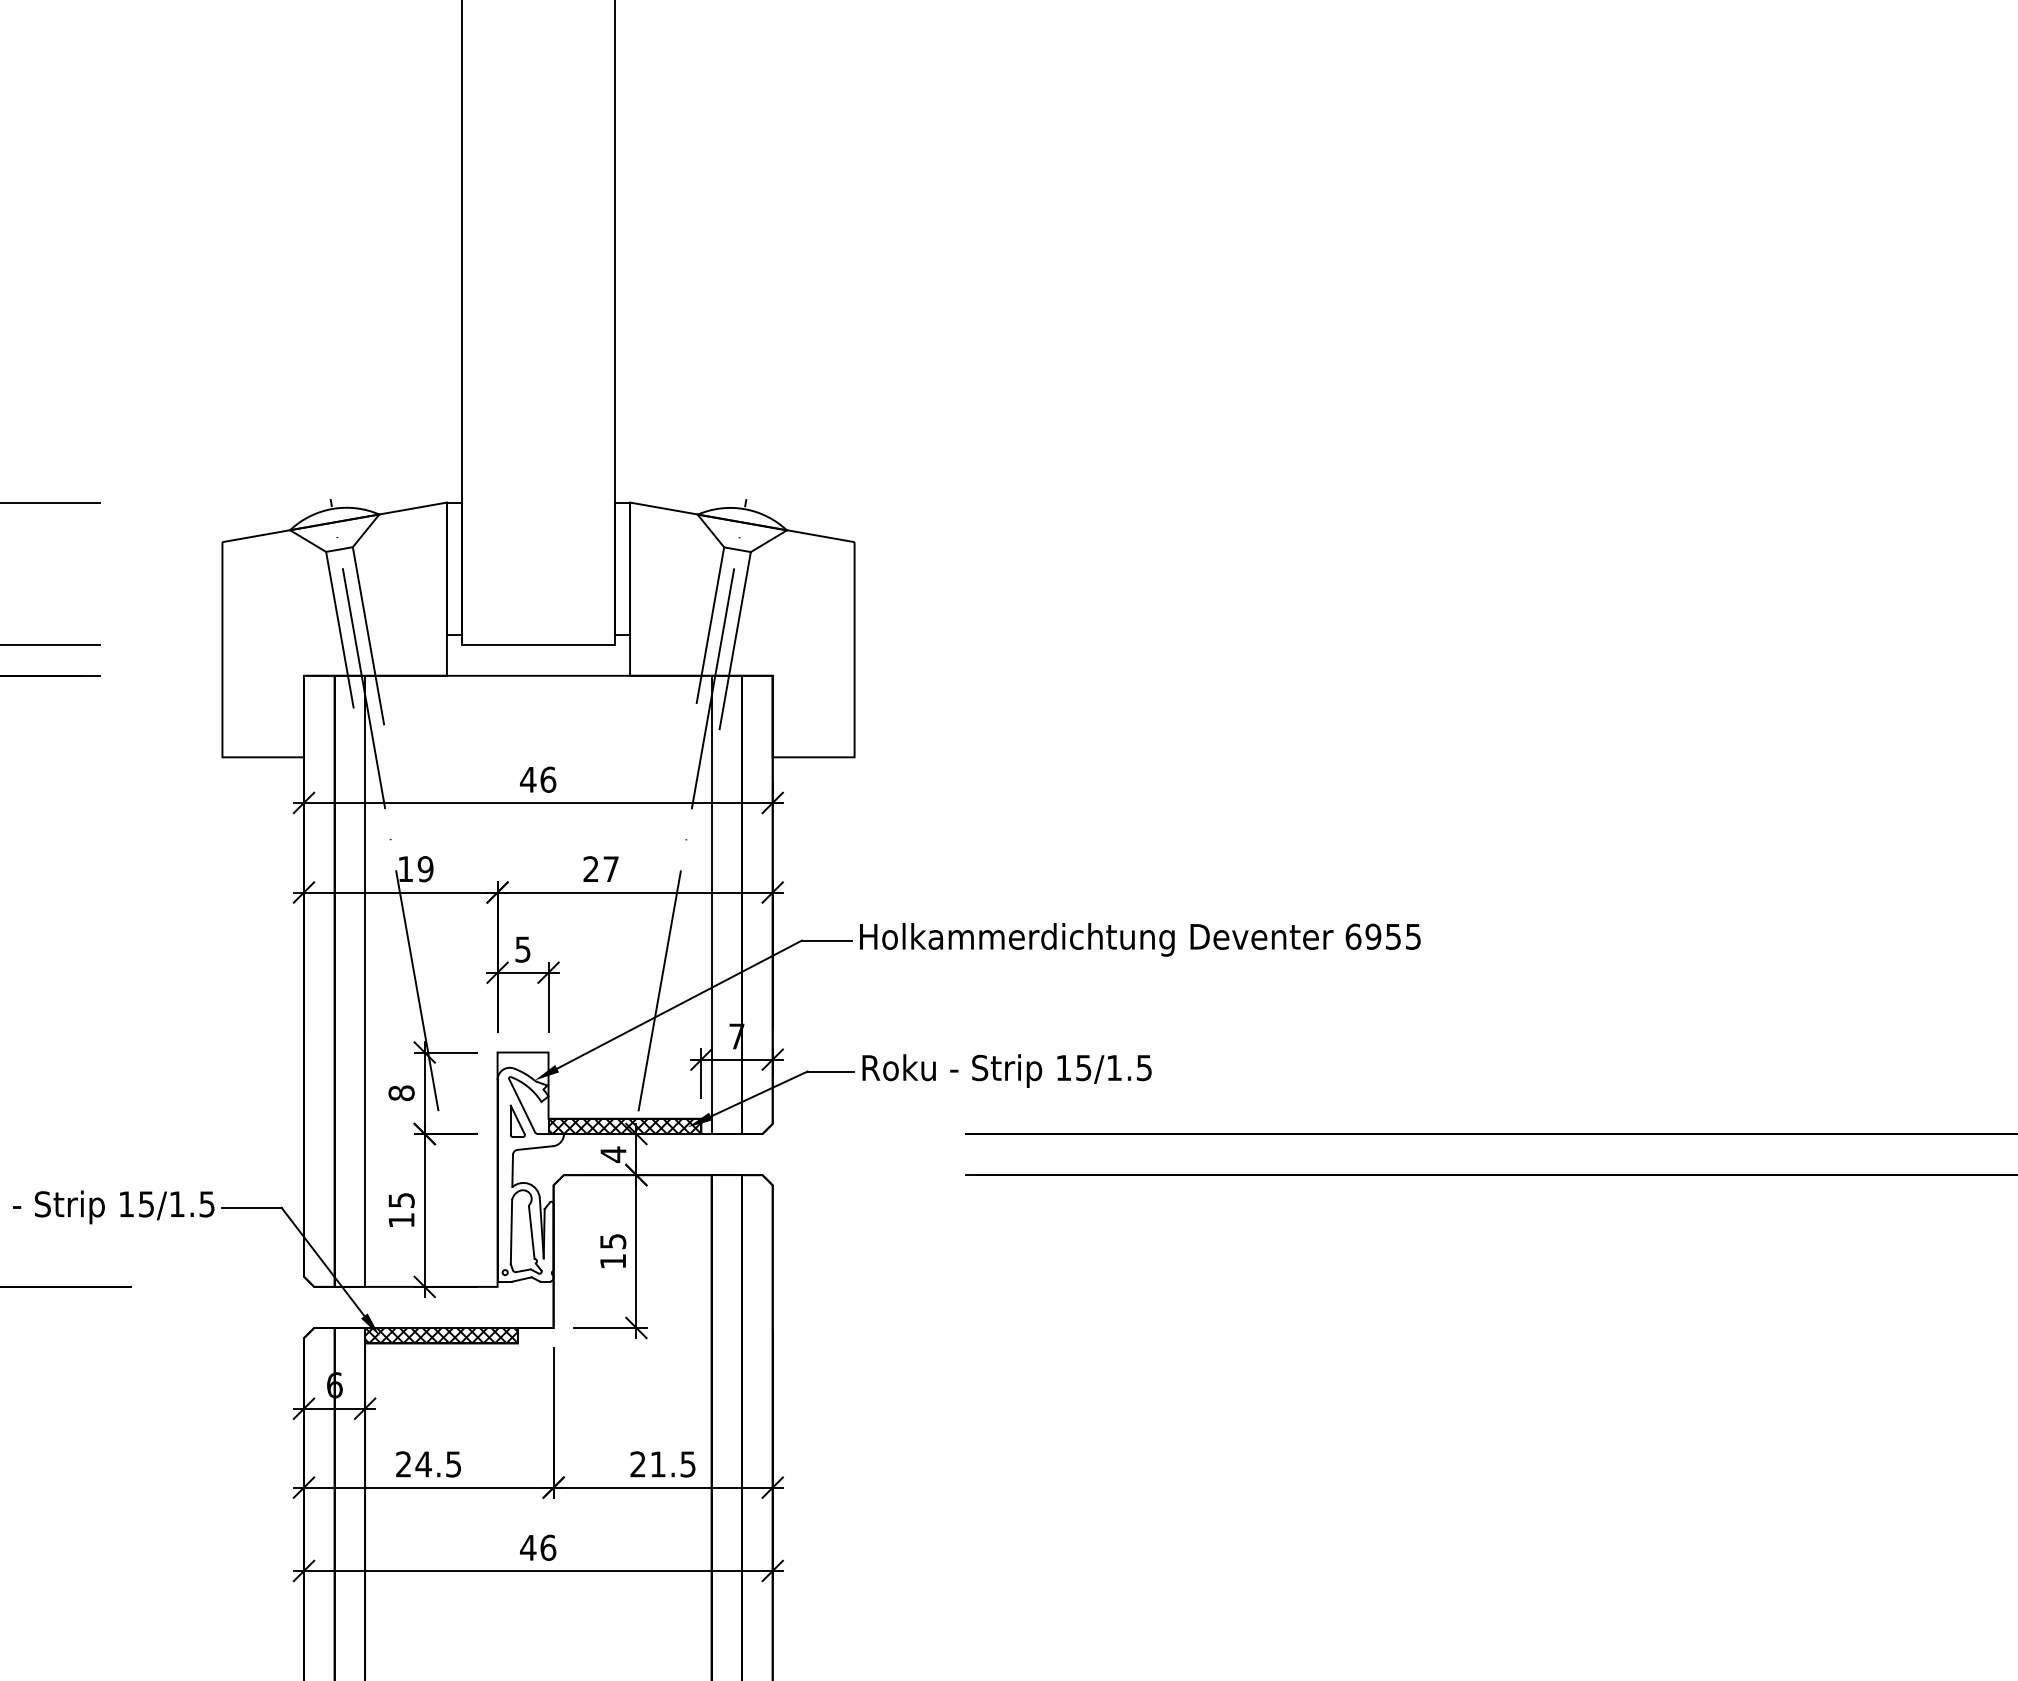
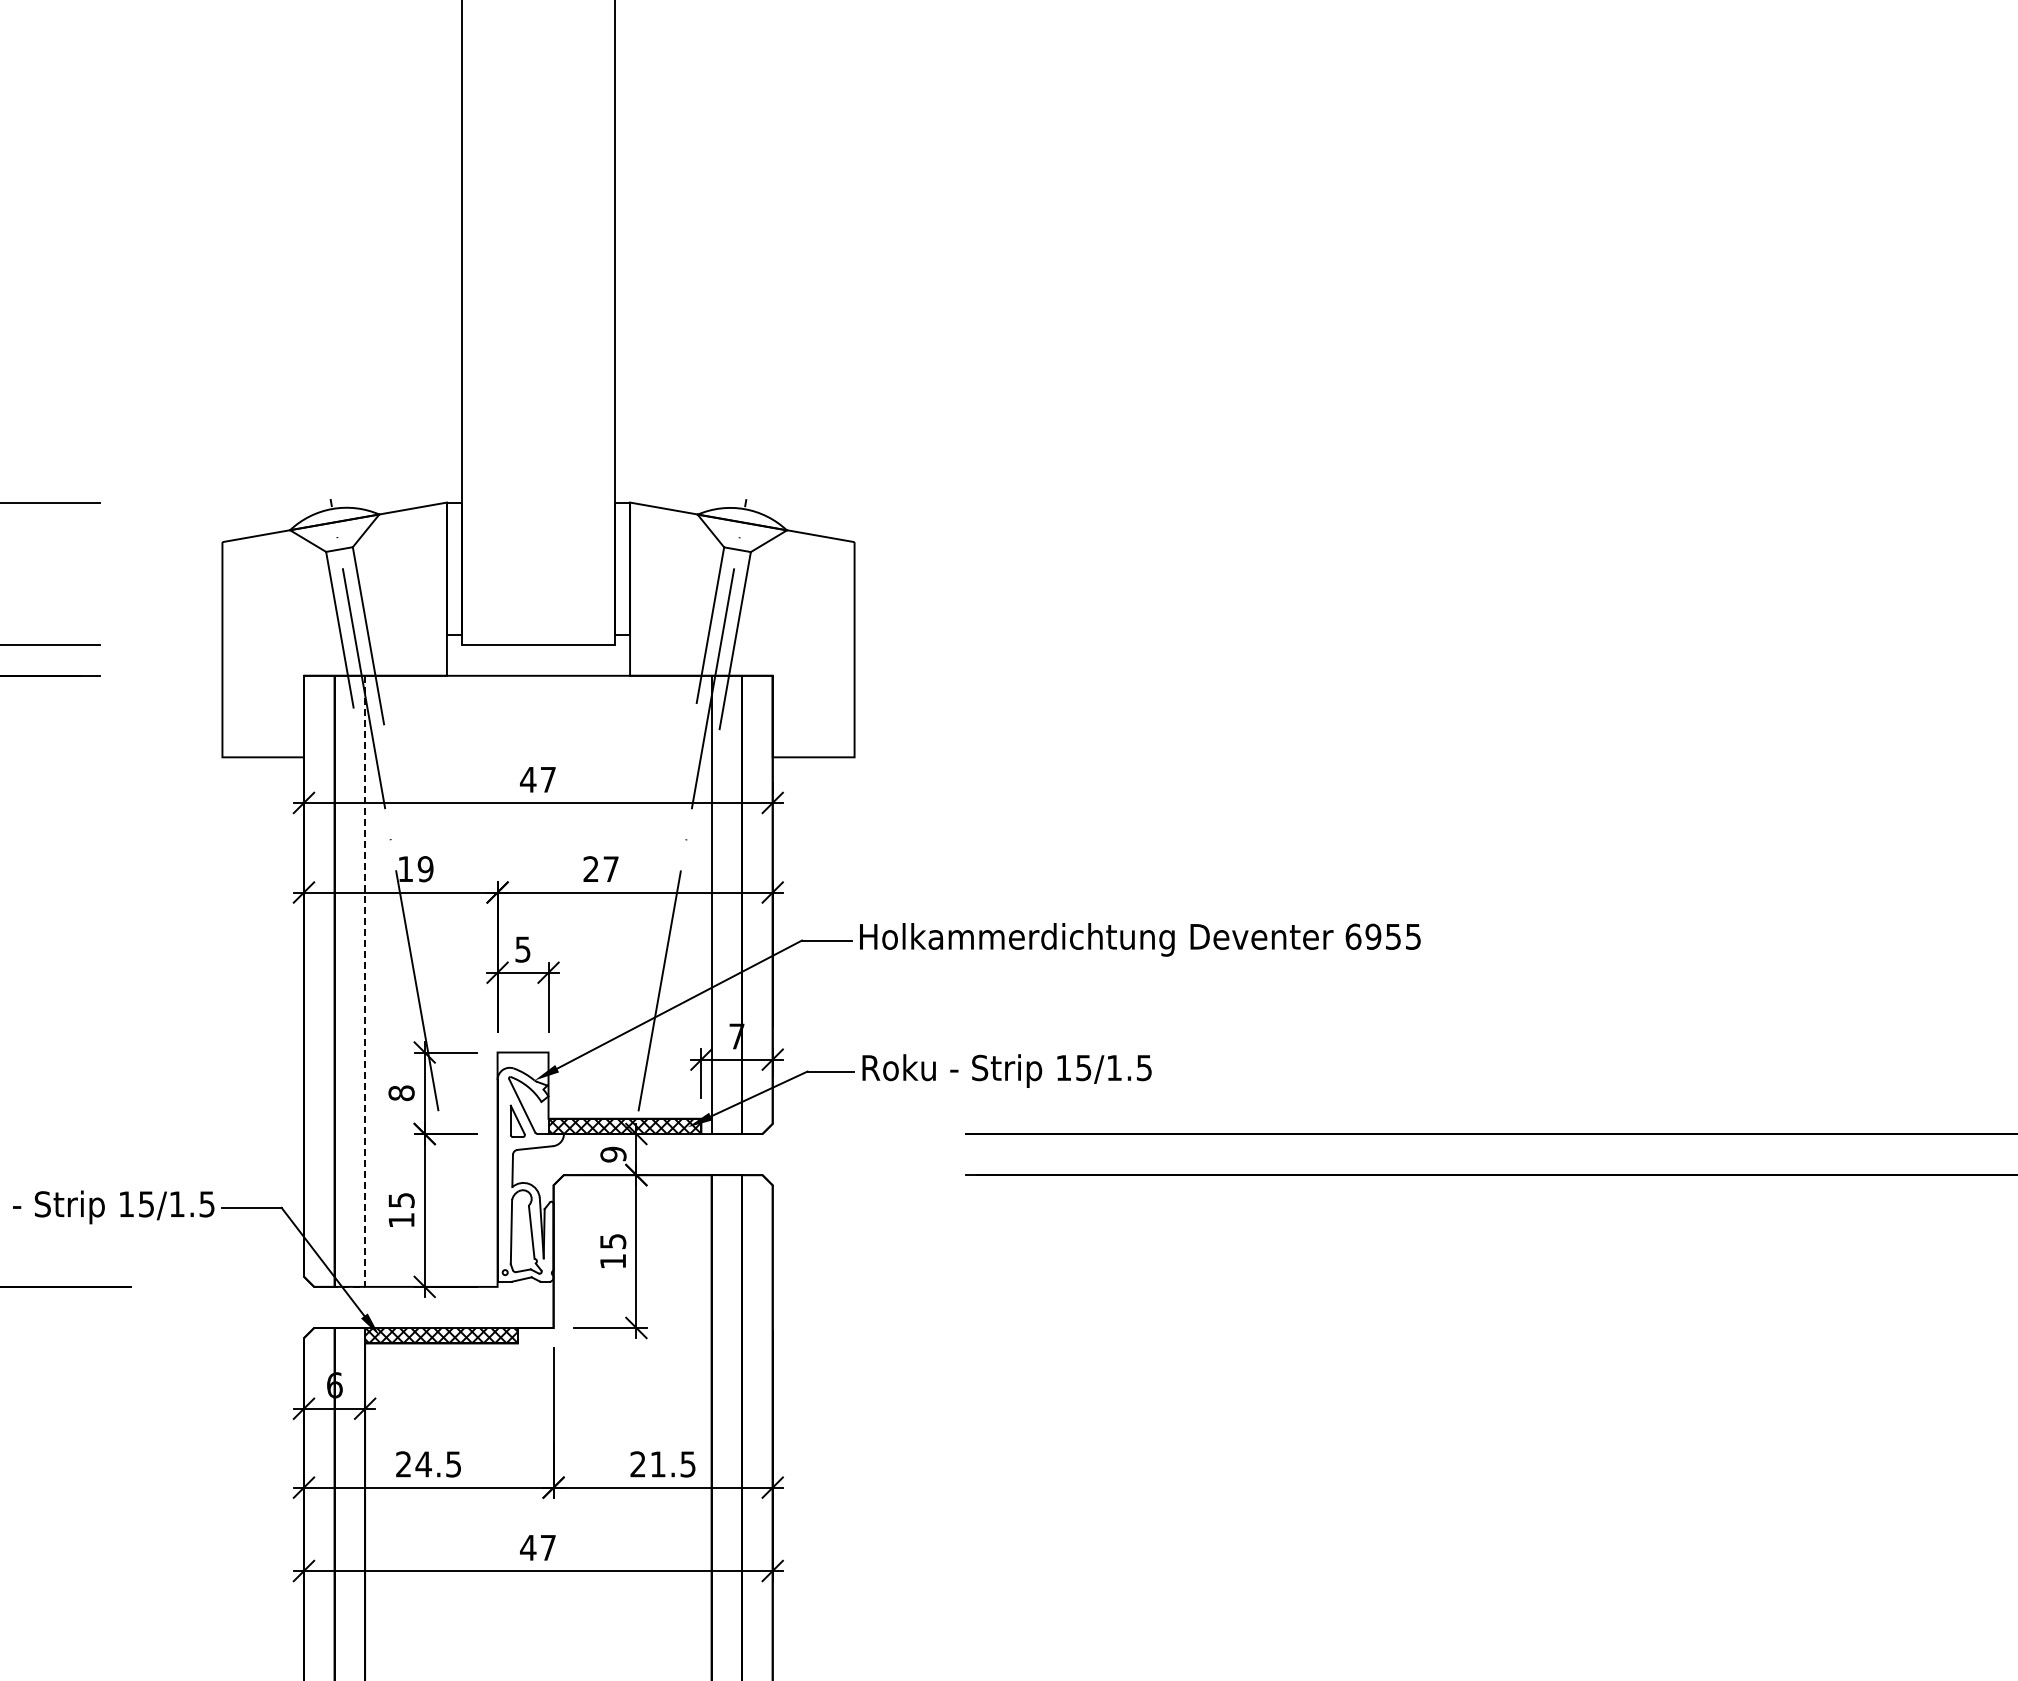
text at (548, 779): 46 -> 47
line at (365, 998): solid -> dashed
text at (613, 1154): 4 -> 9
text at (548, 1547): 46 -> 47
